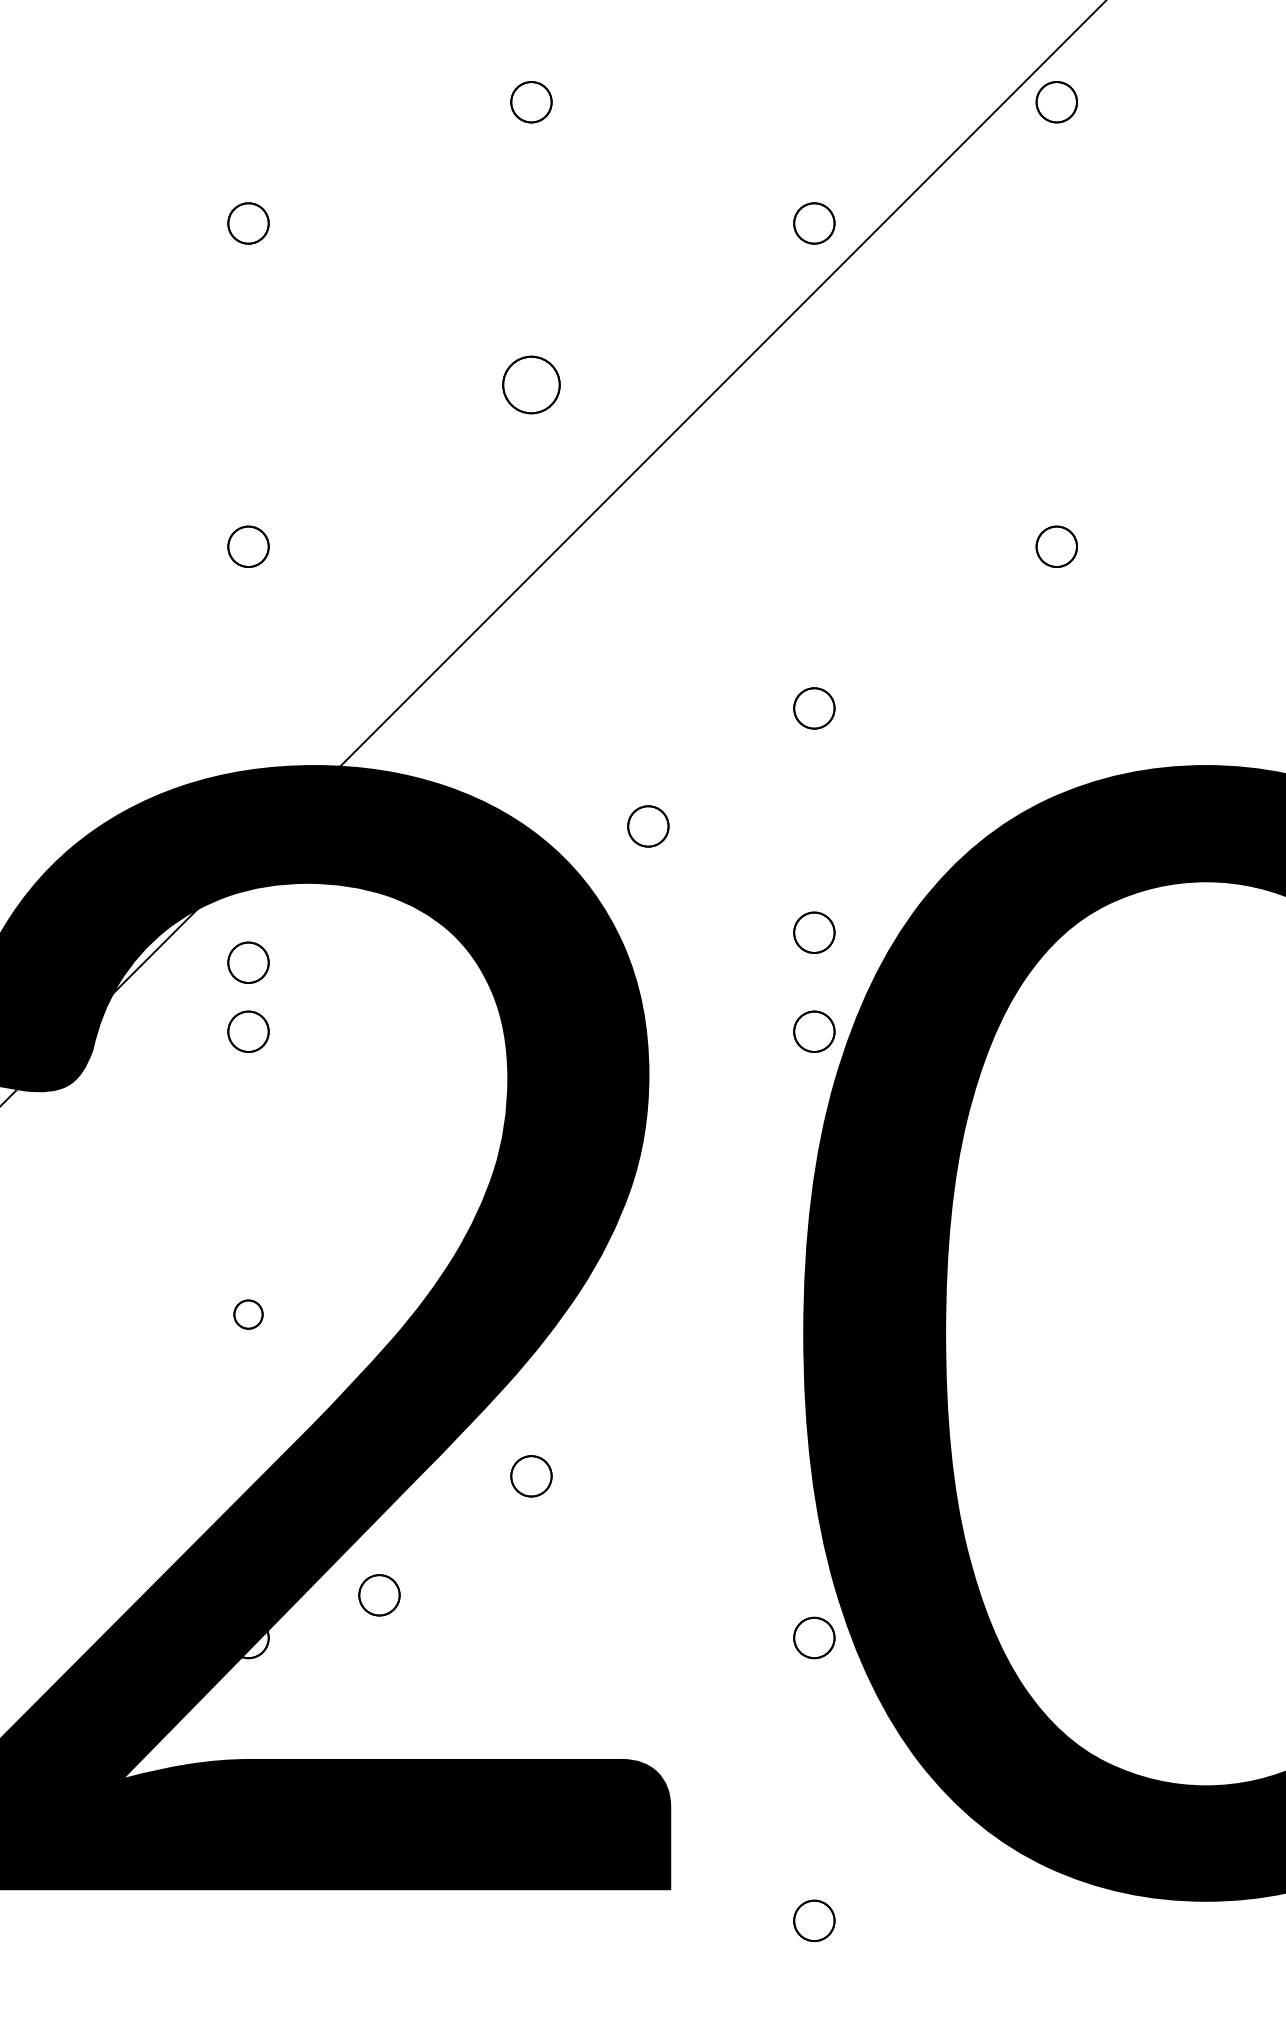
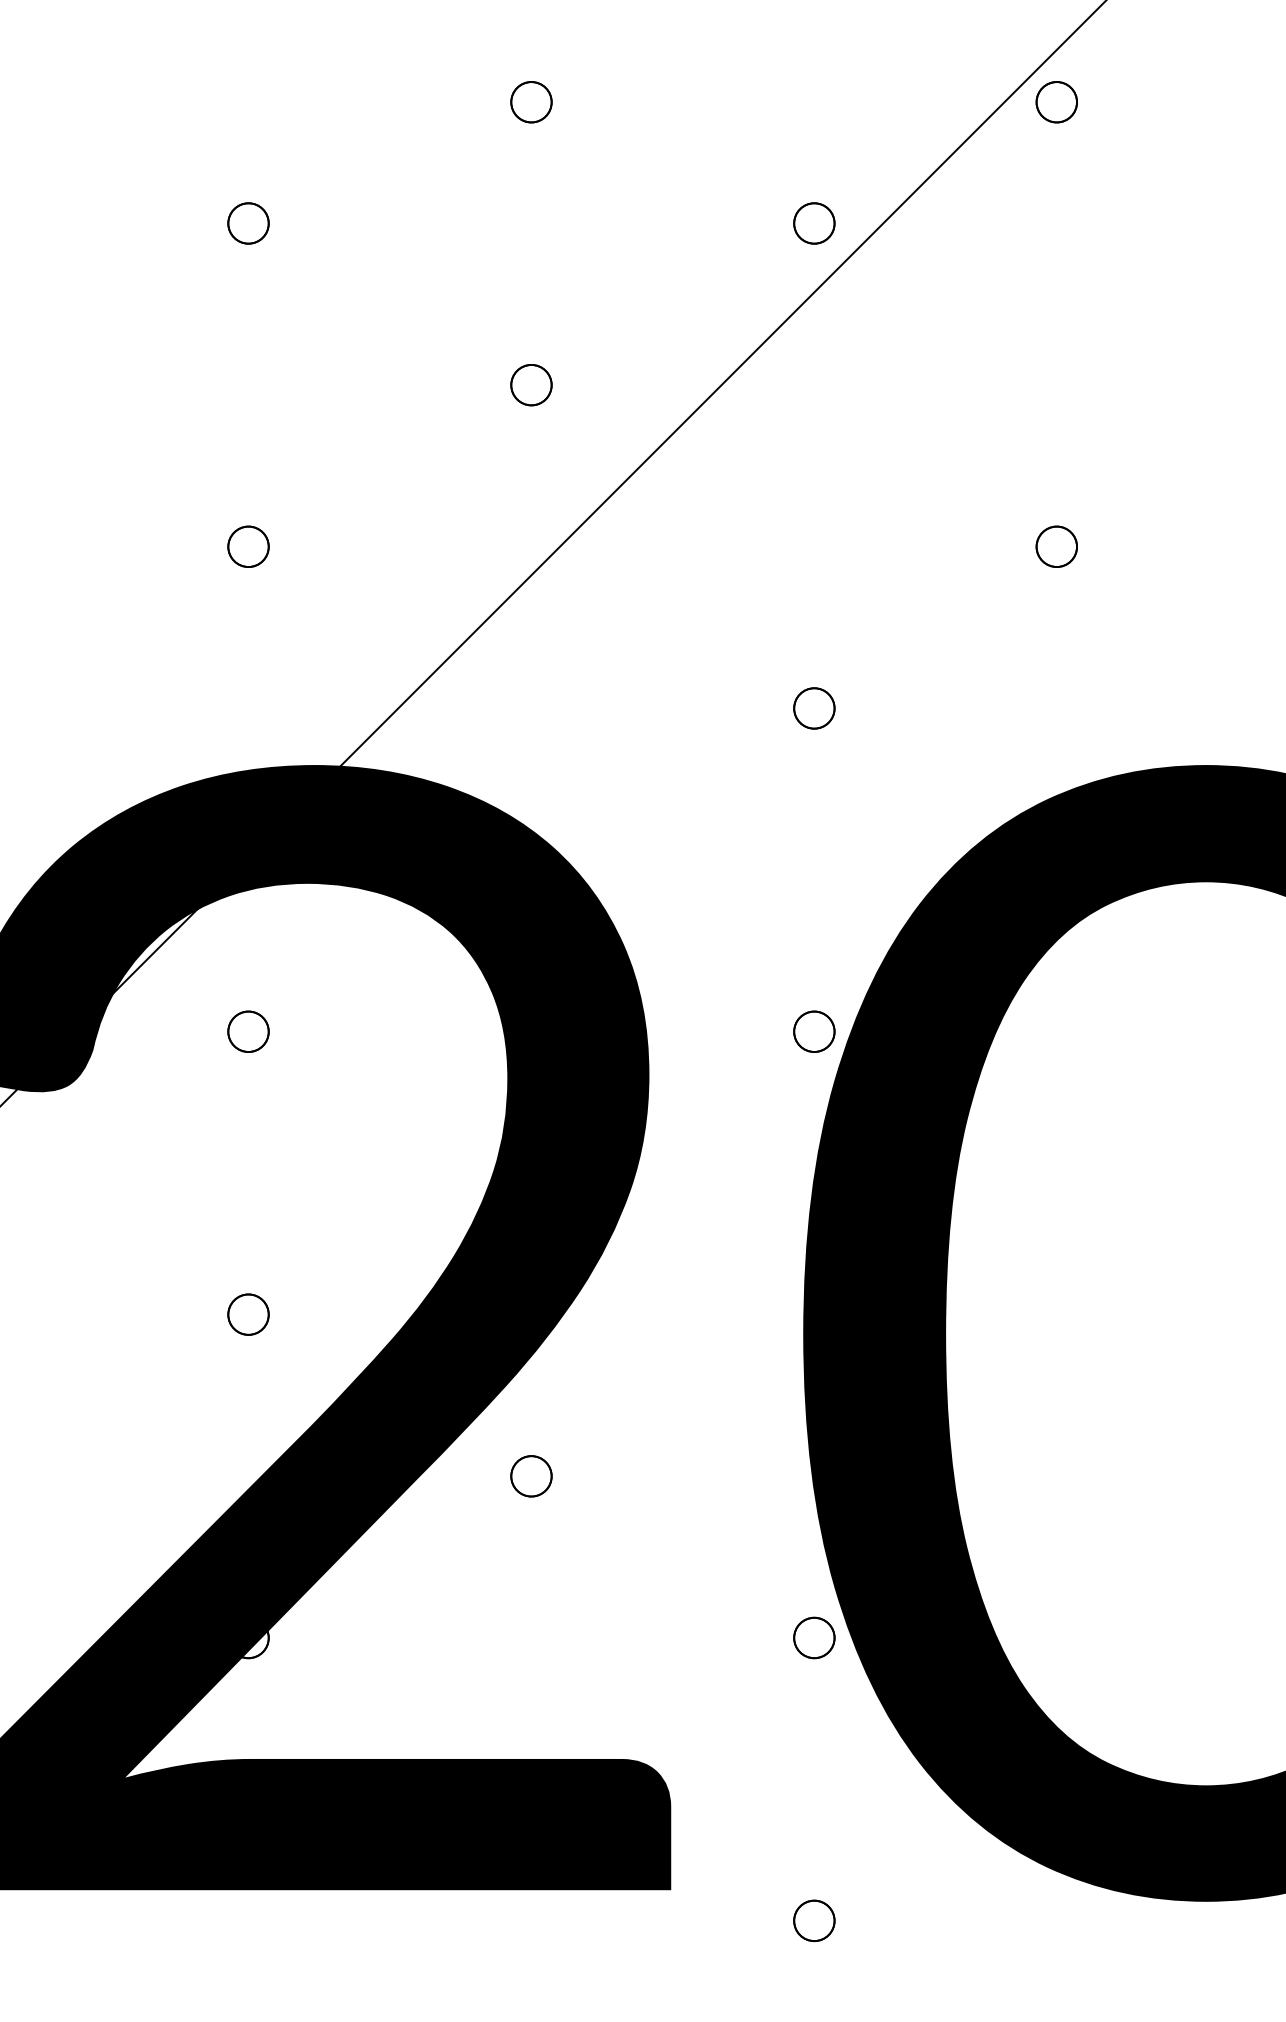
part at (531, 384) size: 59x60 px -> 43x43 px
part at (648, 826): present -> none
part at (814, 932): present -> none
part at (248, 962): present -> none
part at (248, 1314) size: 31x31 px -> 43x43 px
part at (379, 1595): present -> none
